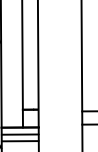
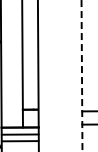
line at (82, 76): solid -> dashed
